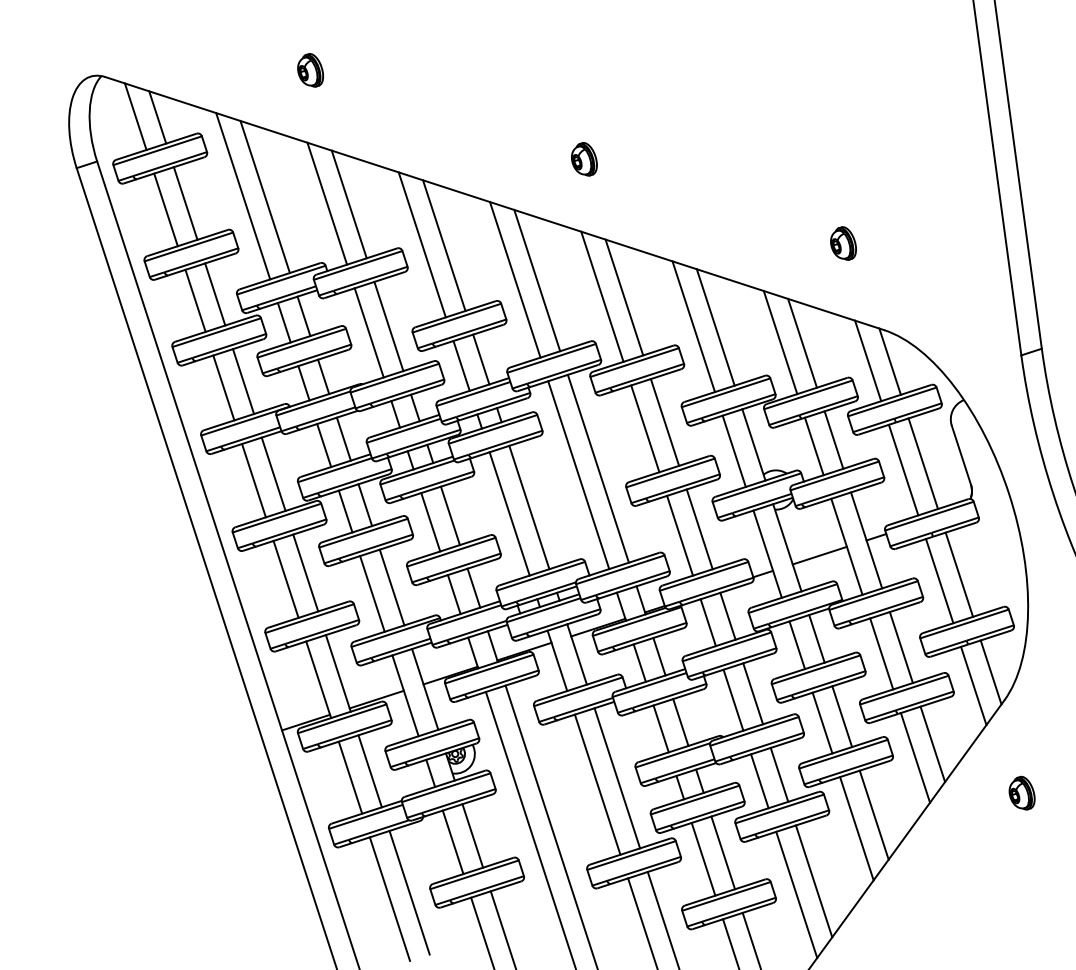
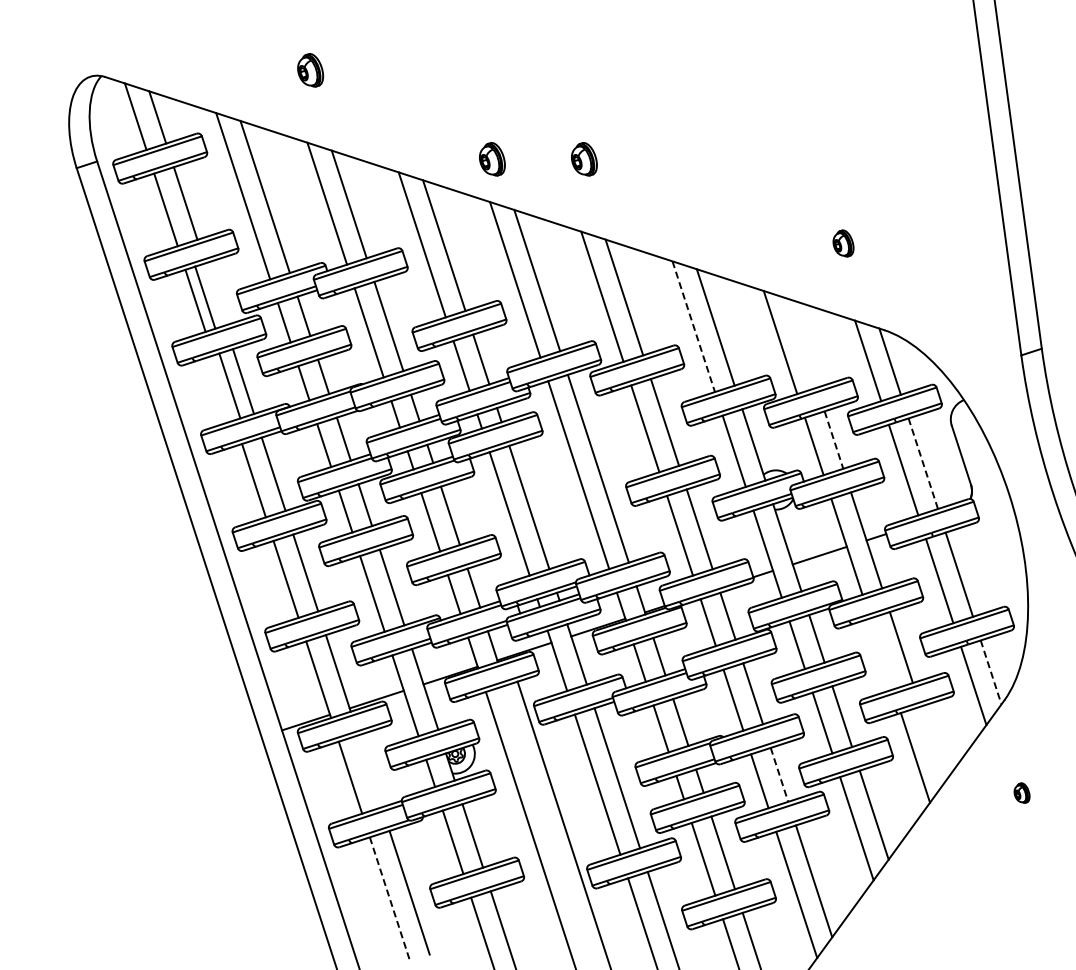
part at (492, 159): none -> present
part at (843, 243) size: 27x35 px -> 23x29 px
line at (215, 294) position: (215, 294) -> (205, 297)
line at (693, 326): solid -> dashed
line at (802, 342): present -> none
line at (223, 387) position: (223, 387) -> (229, 385)
line at (834, 440): solid -> dashed
line at (923, 463): solid -> dashed
line at (881, 653): present -> none
line at (991, 672): solid -> dashed
line at (932, 744): present -> none
line at (369, 771): present -> none
line at (779, 775): solid -> dashed
part at (1021, 792) size: 28x36 px -> 18x22 px
line at (550, 825) position: (550, 825) -> (563, 823)
line at (389, 899): solid -> dashed
